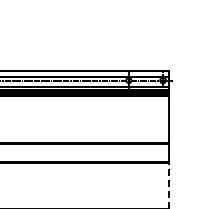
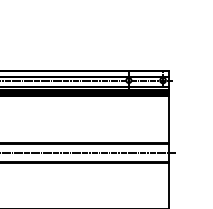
line at (88, 152): none -> present
line at (168, 185): dashed -> solid
